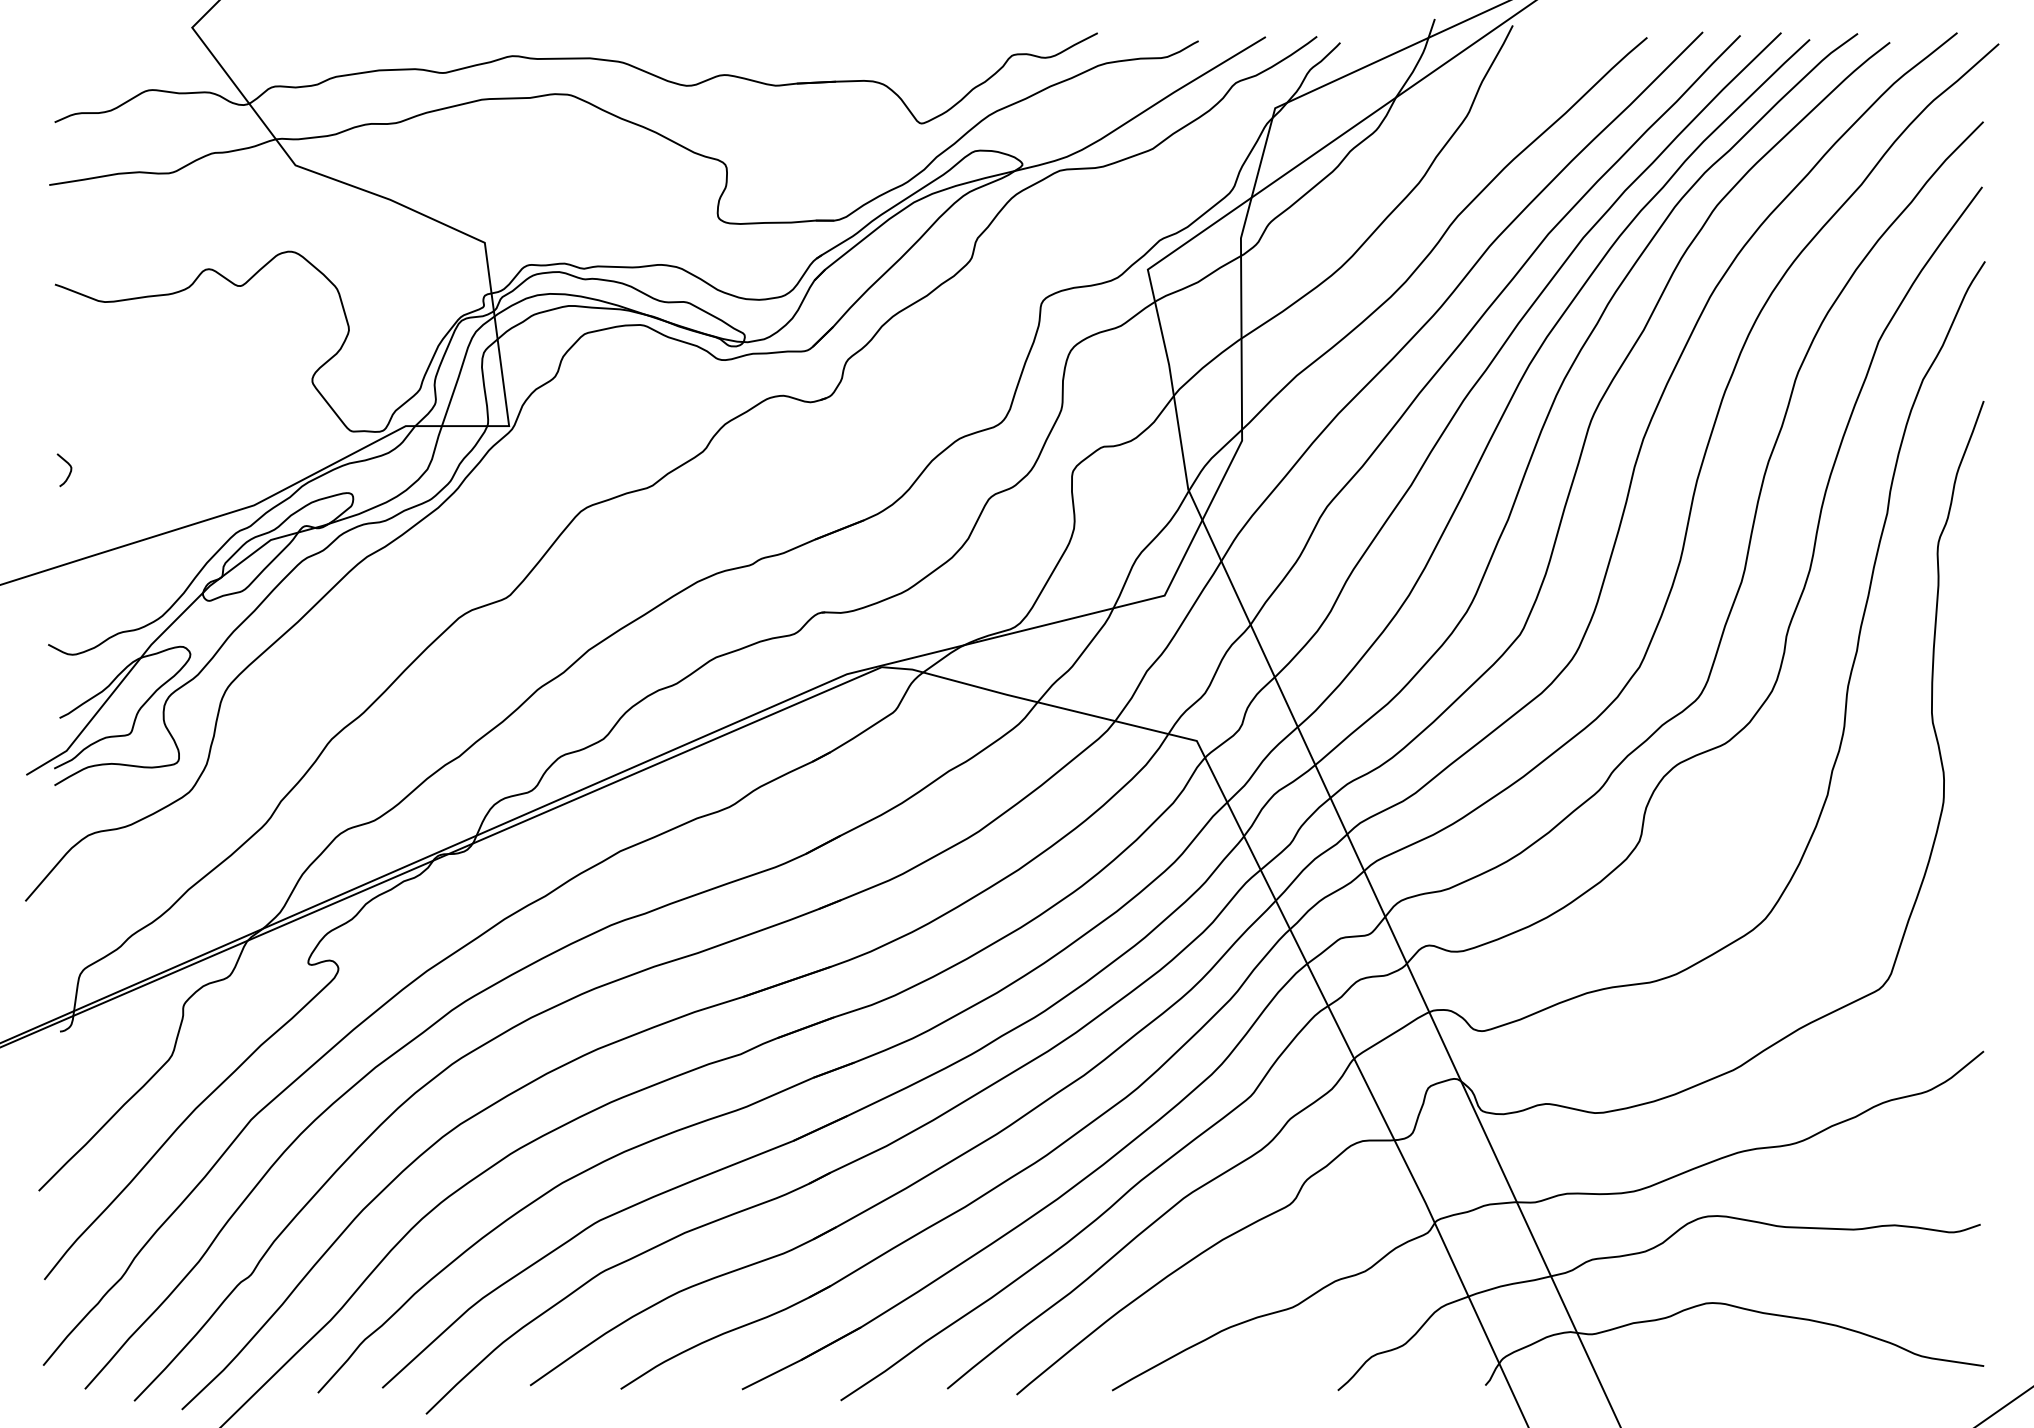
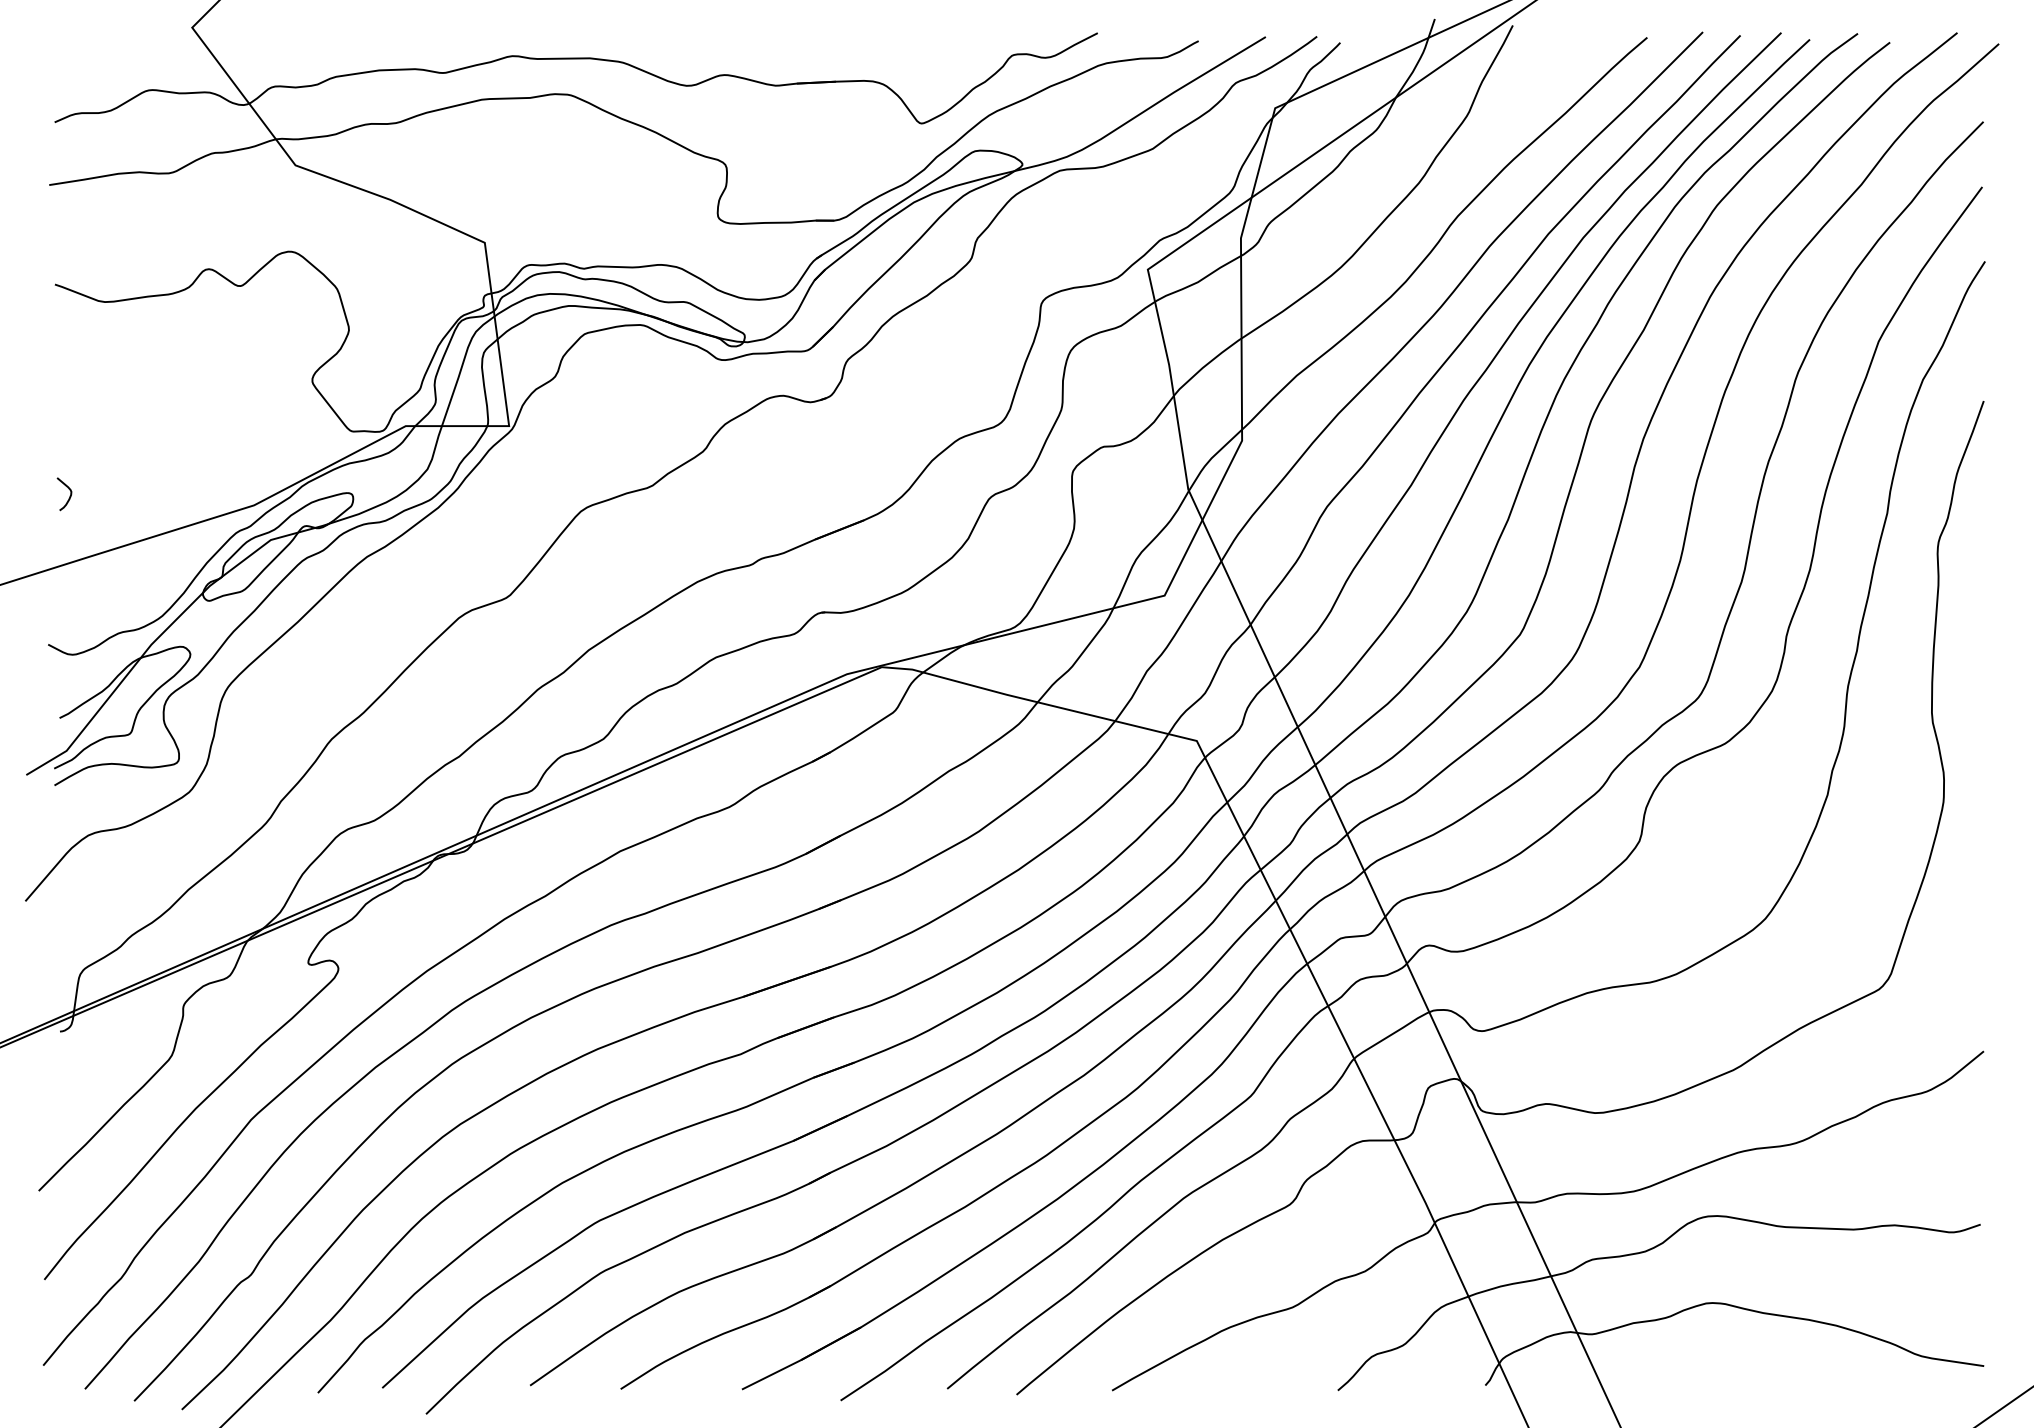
curve at (69, 472) position: (69, 472) -> (69, 496)
